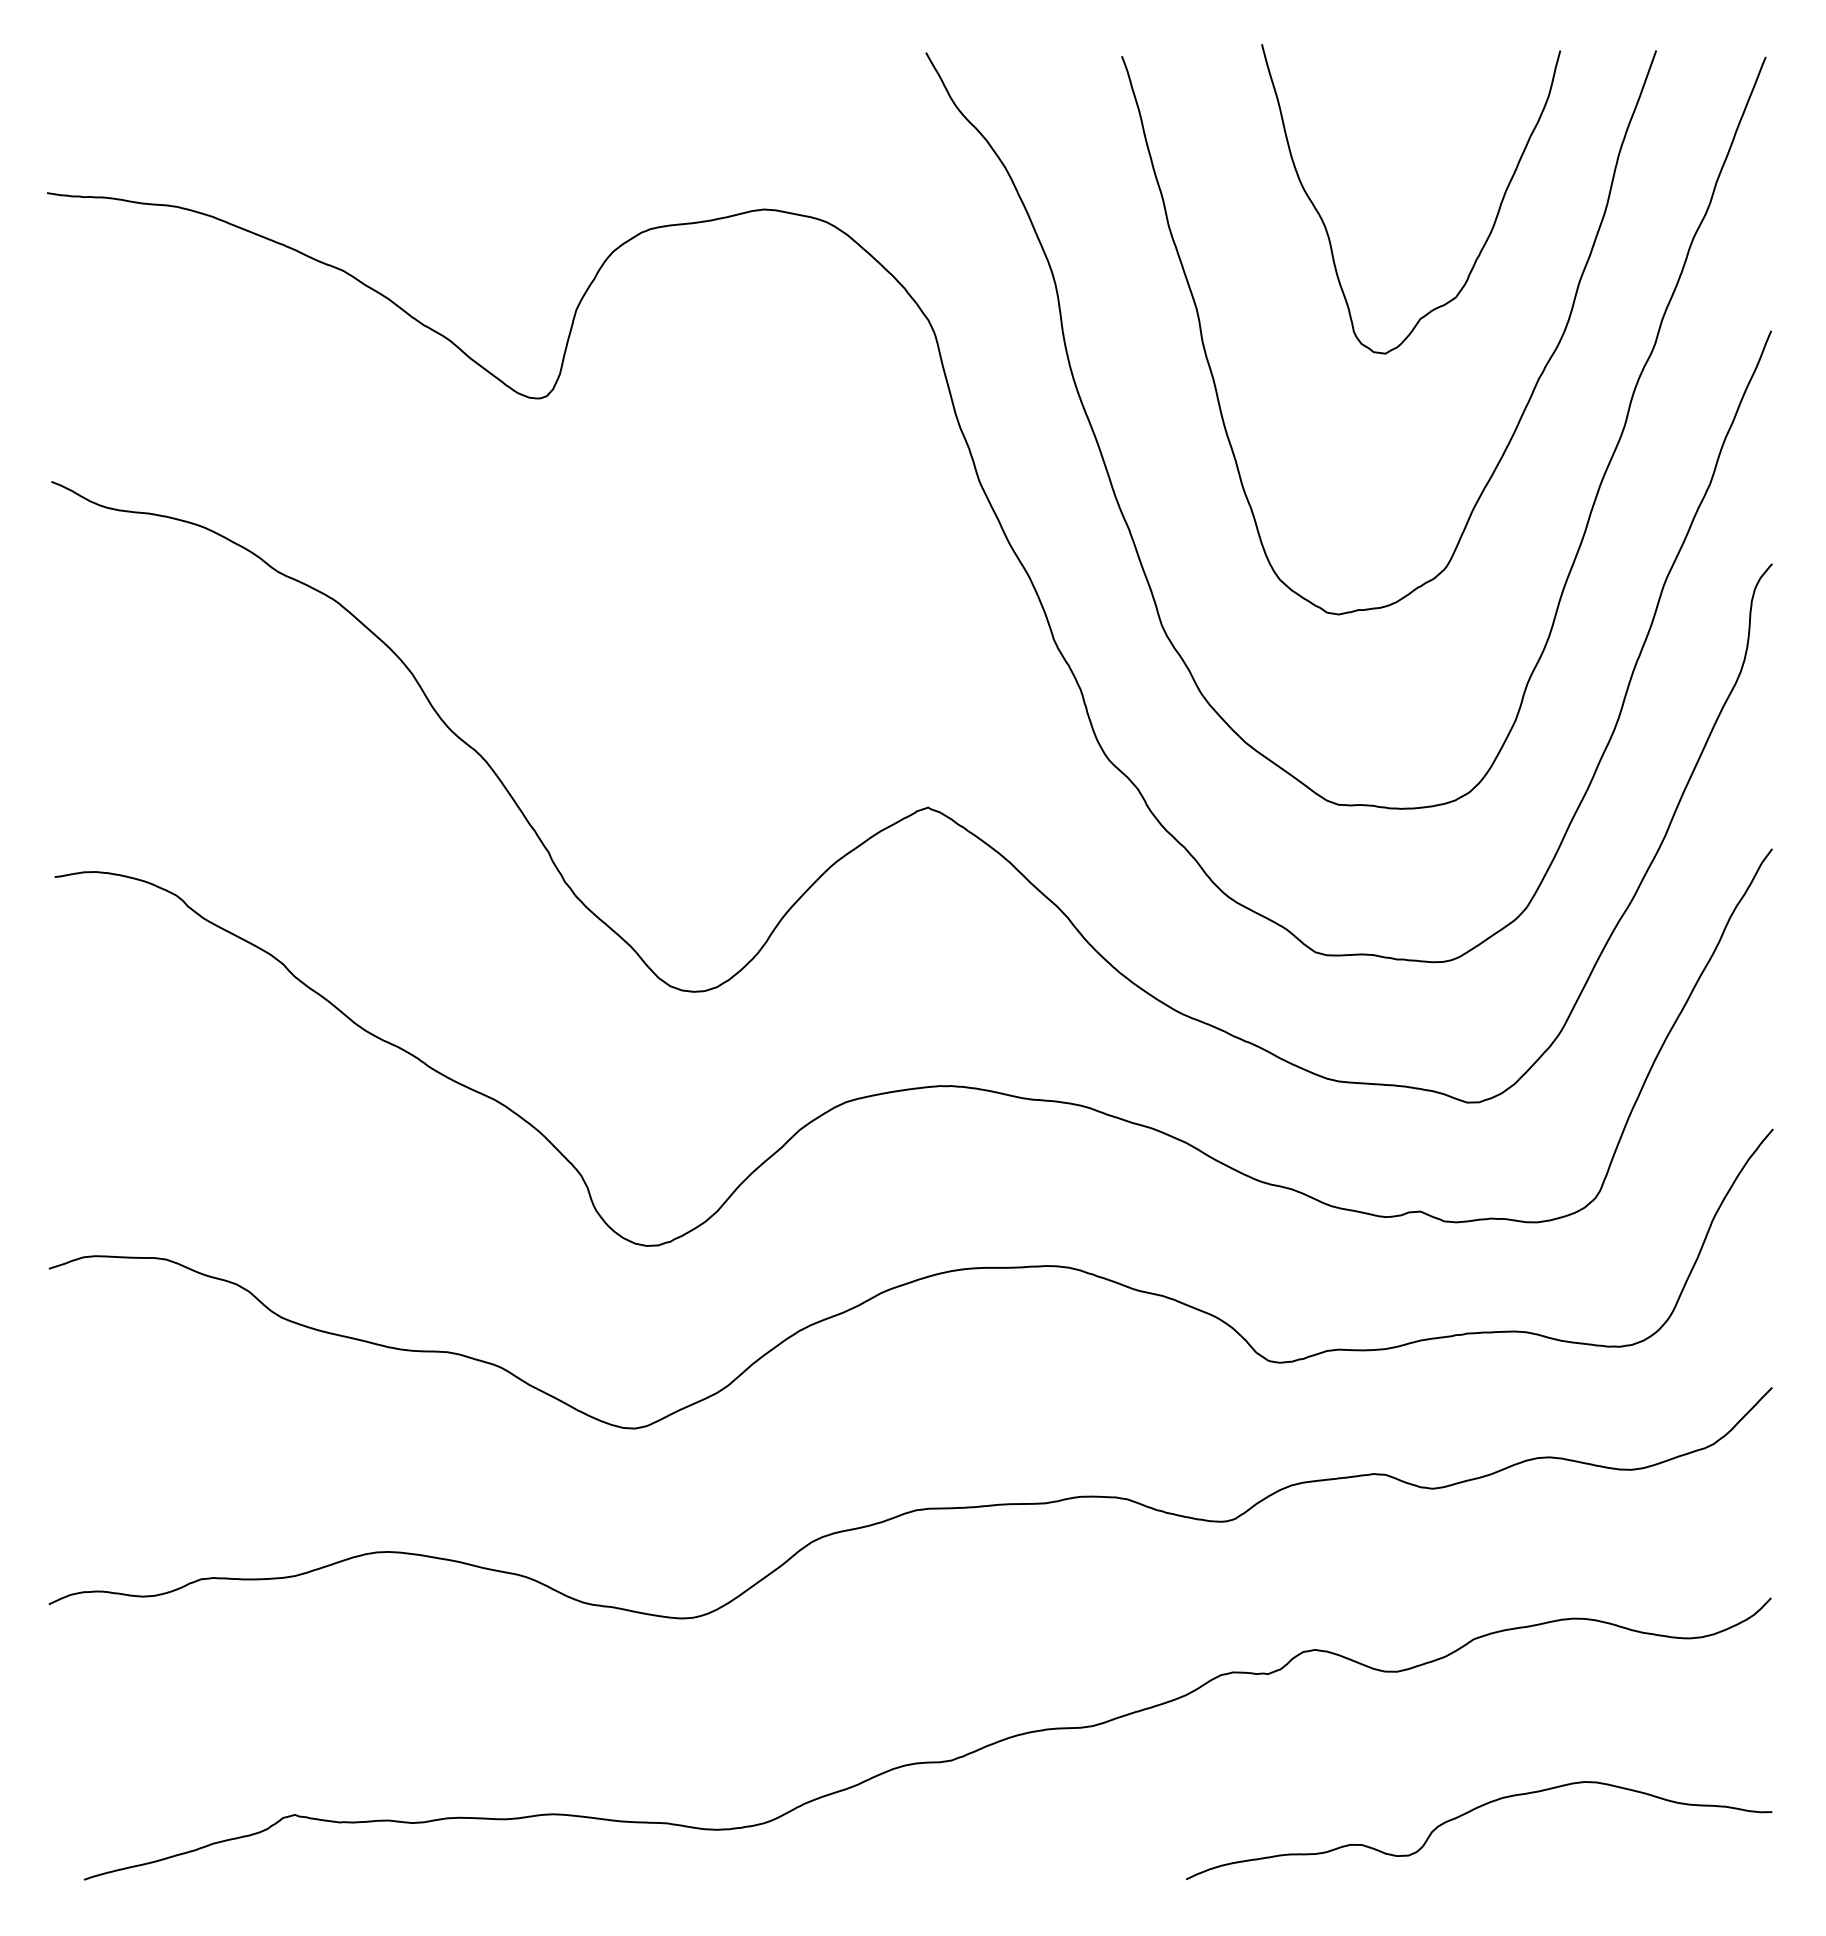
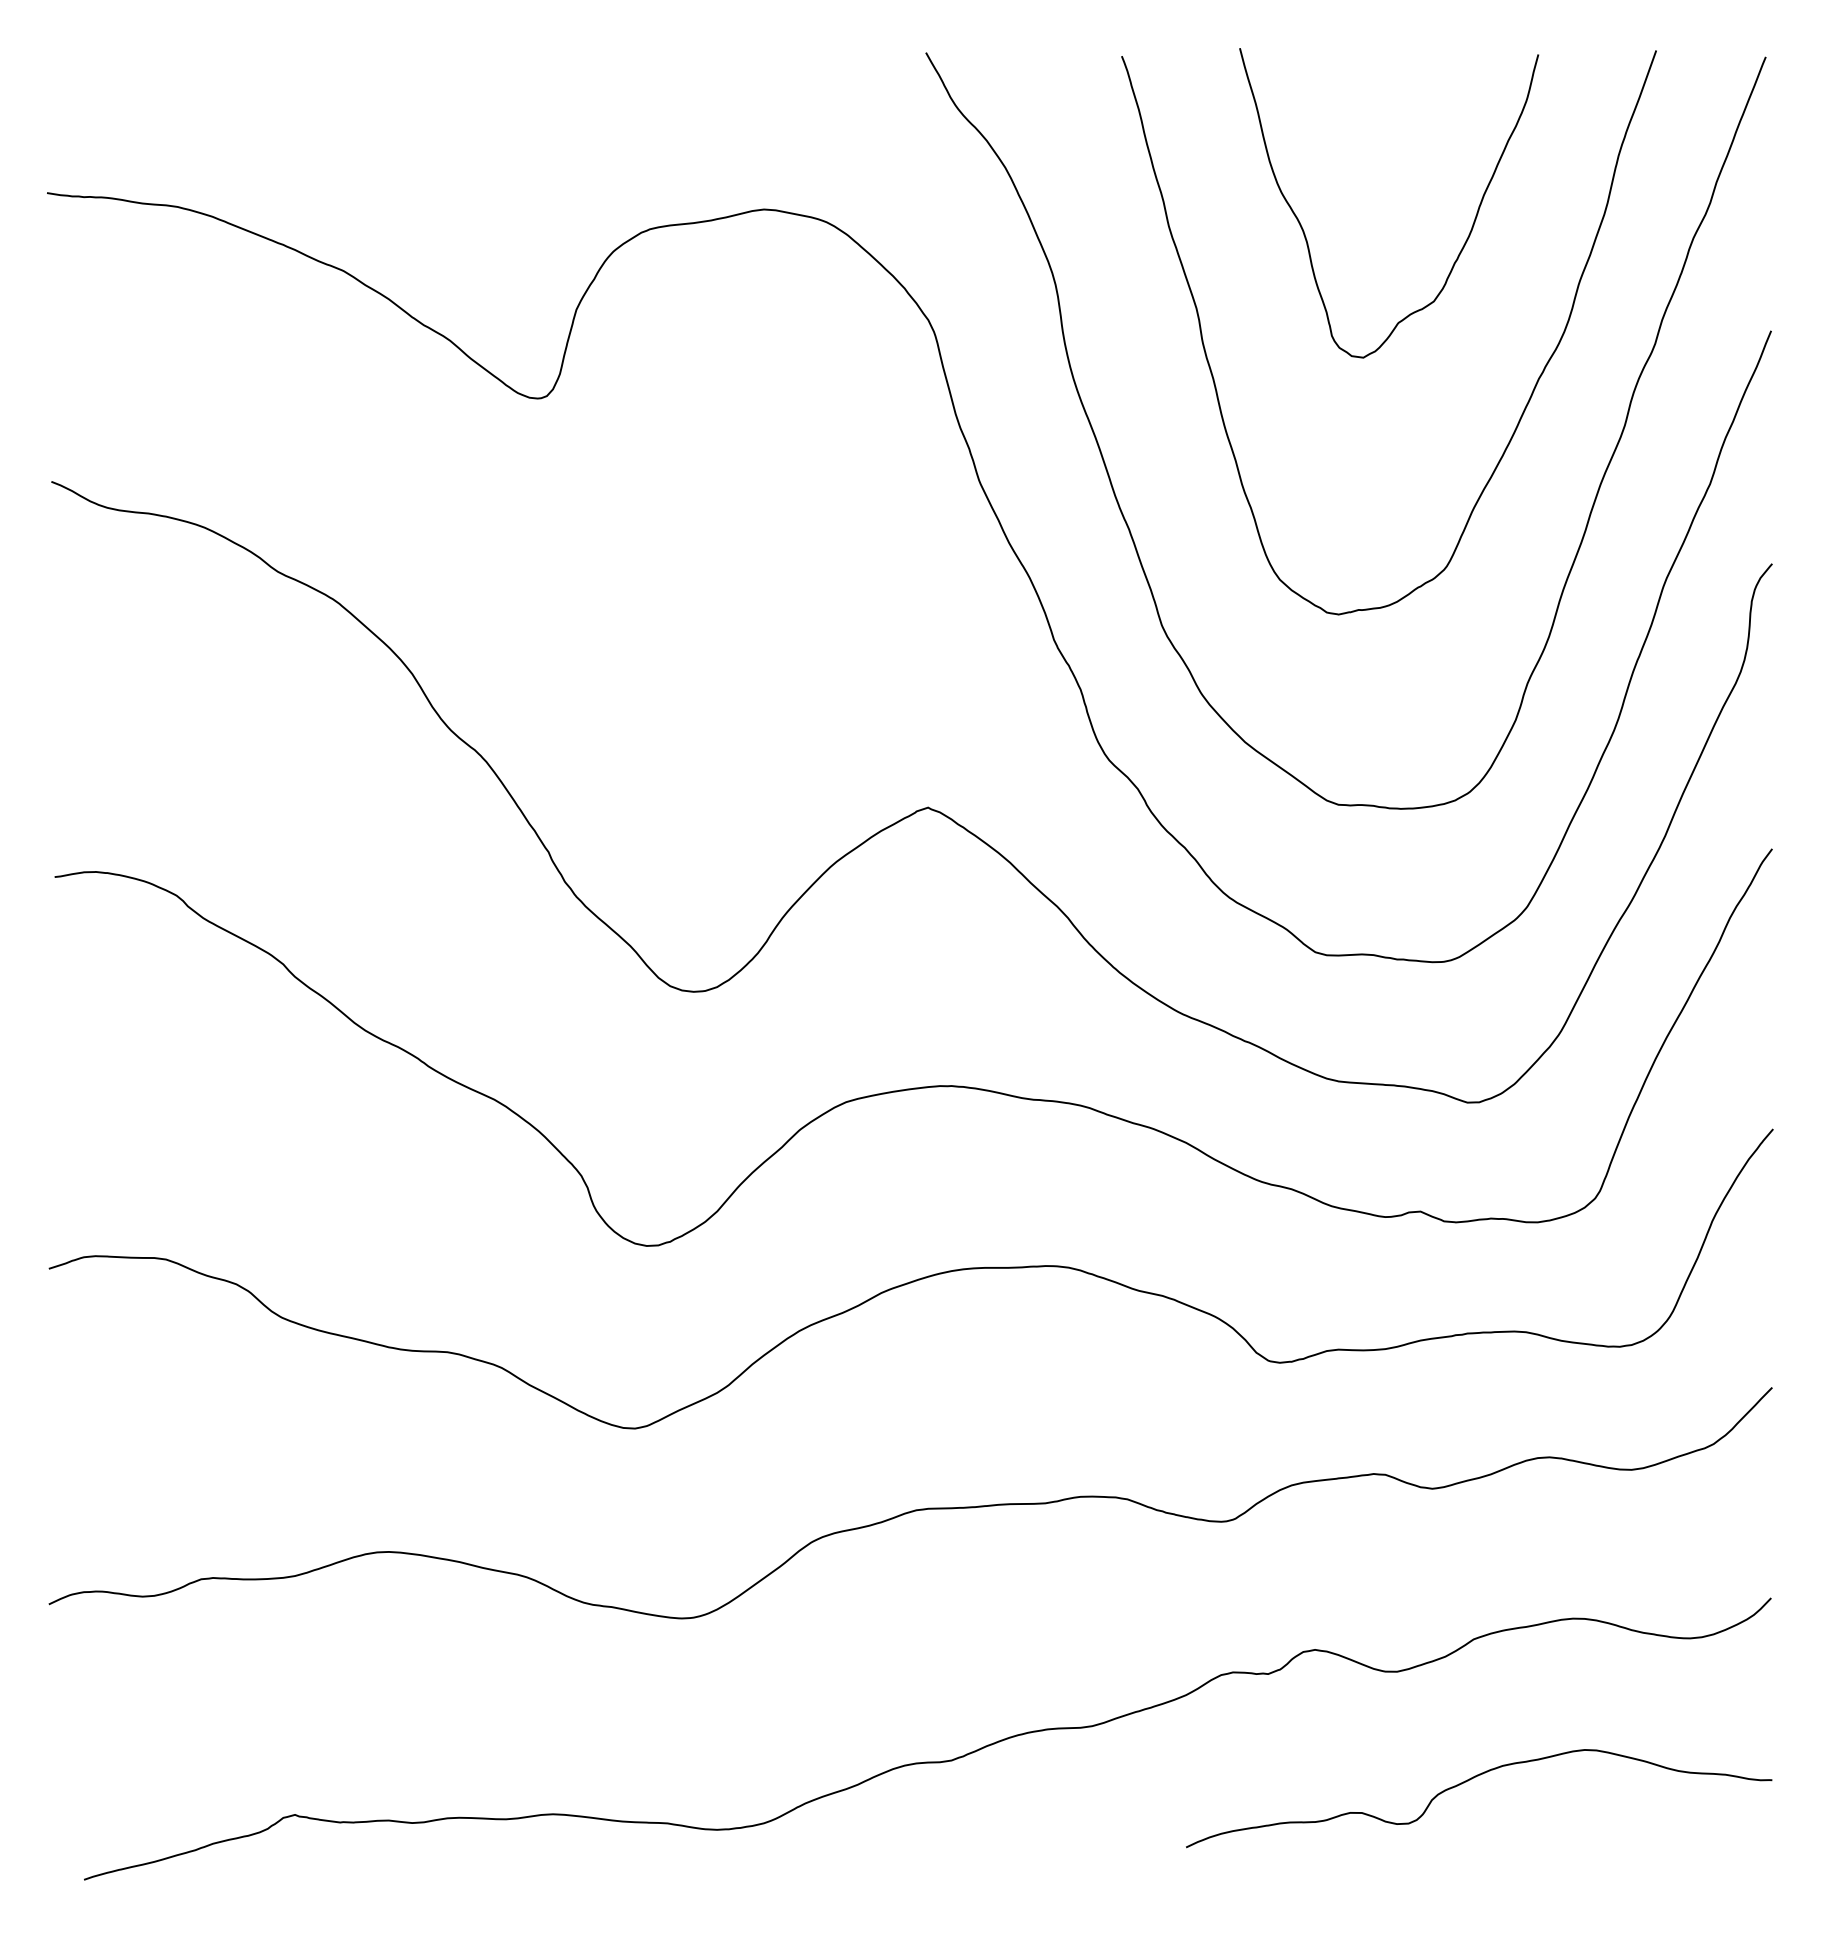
curve at (1487, 236) position: (1487, 236) -> (1465, 240)
curve at (1470, 1812) position: (1470, 1812) -> (1470, 1780)
